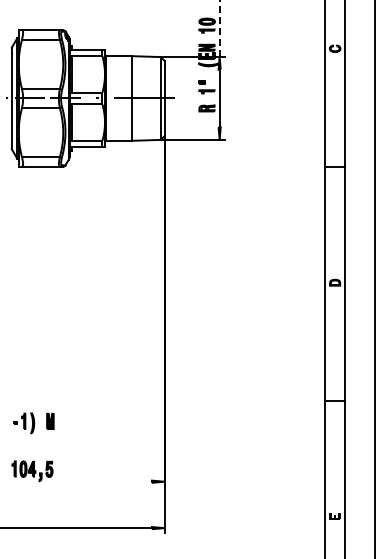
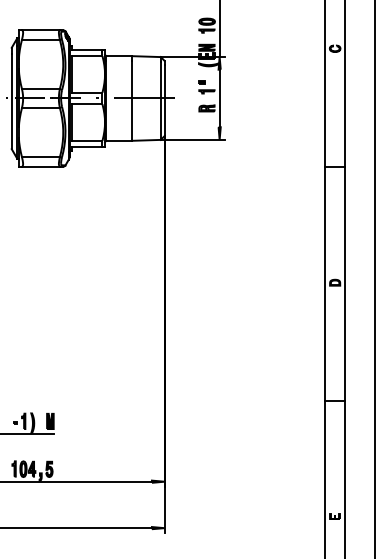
line at (219, 28): dashed -> solid
line at (28, 434): none -> present
line at (76, 481): none -> present
